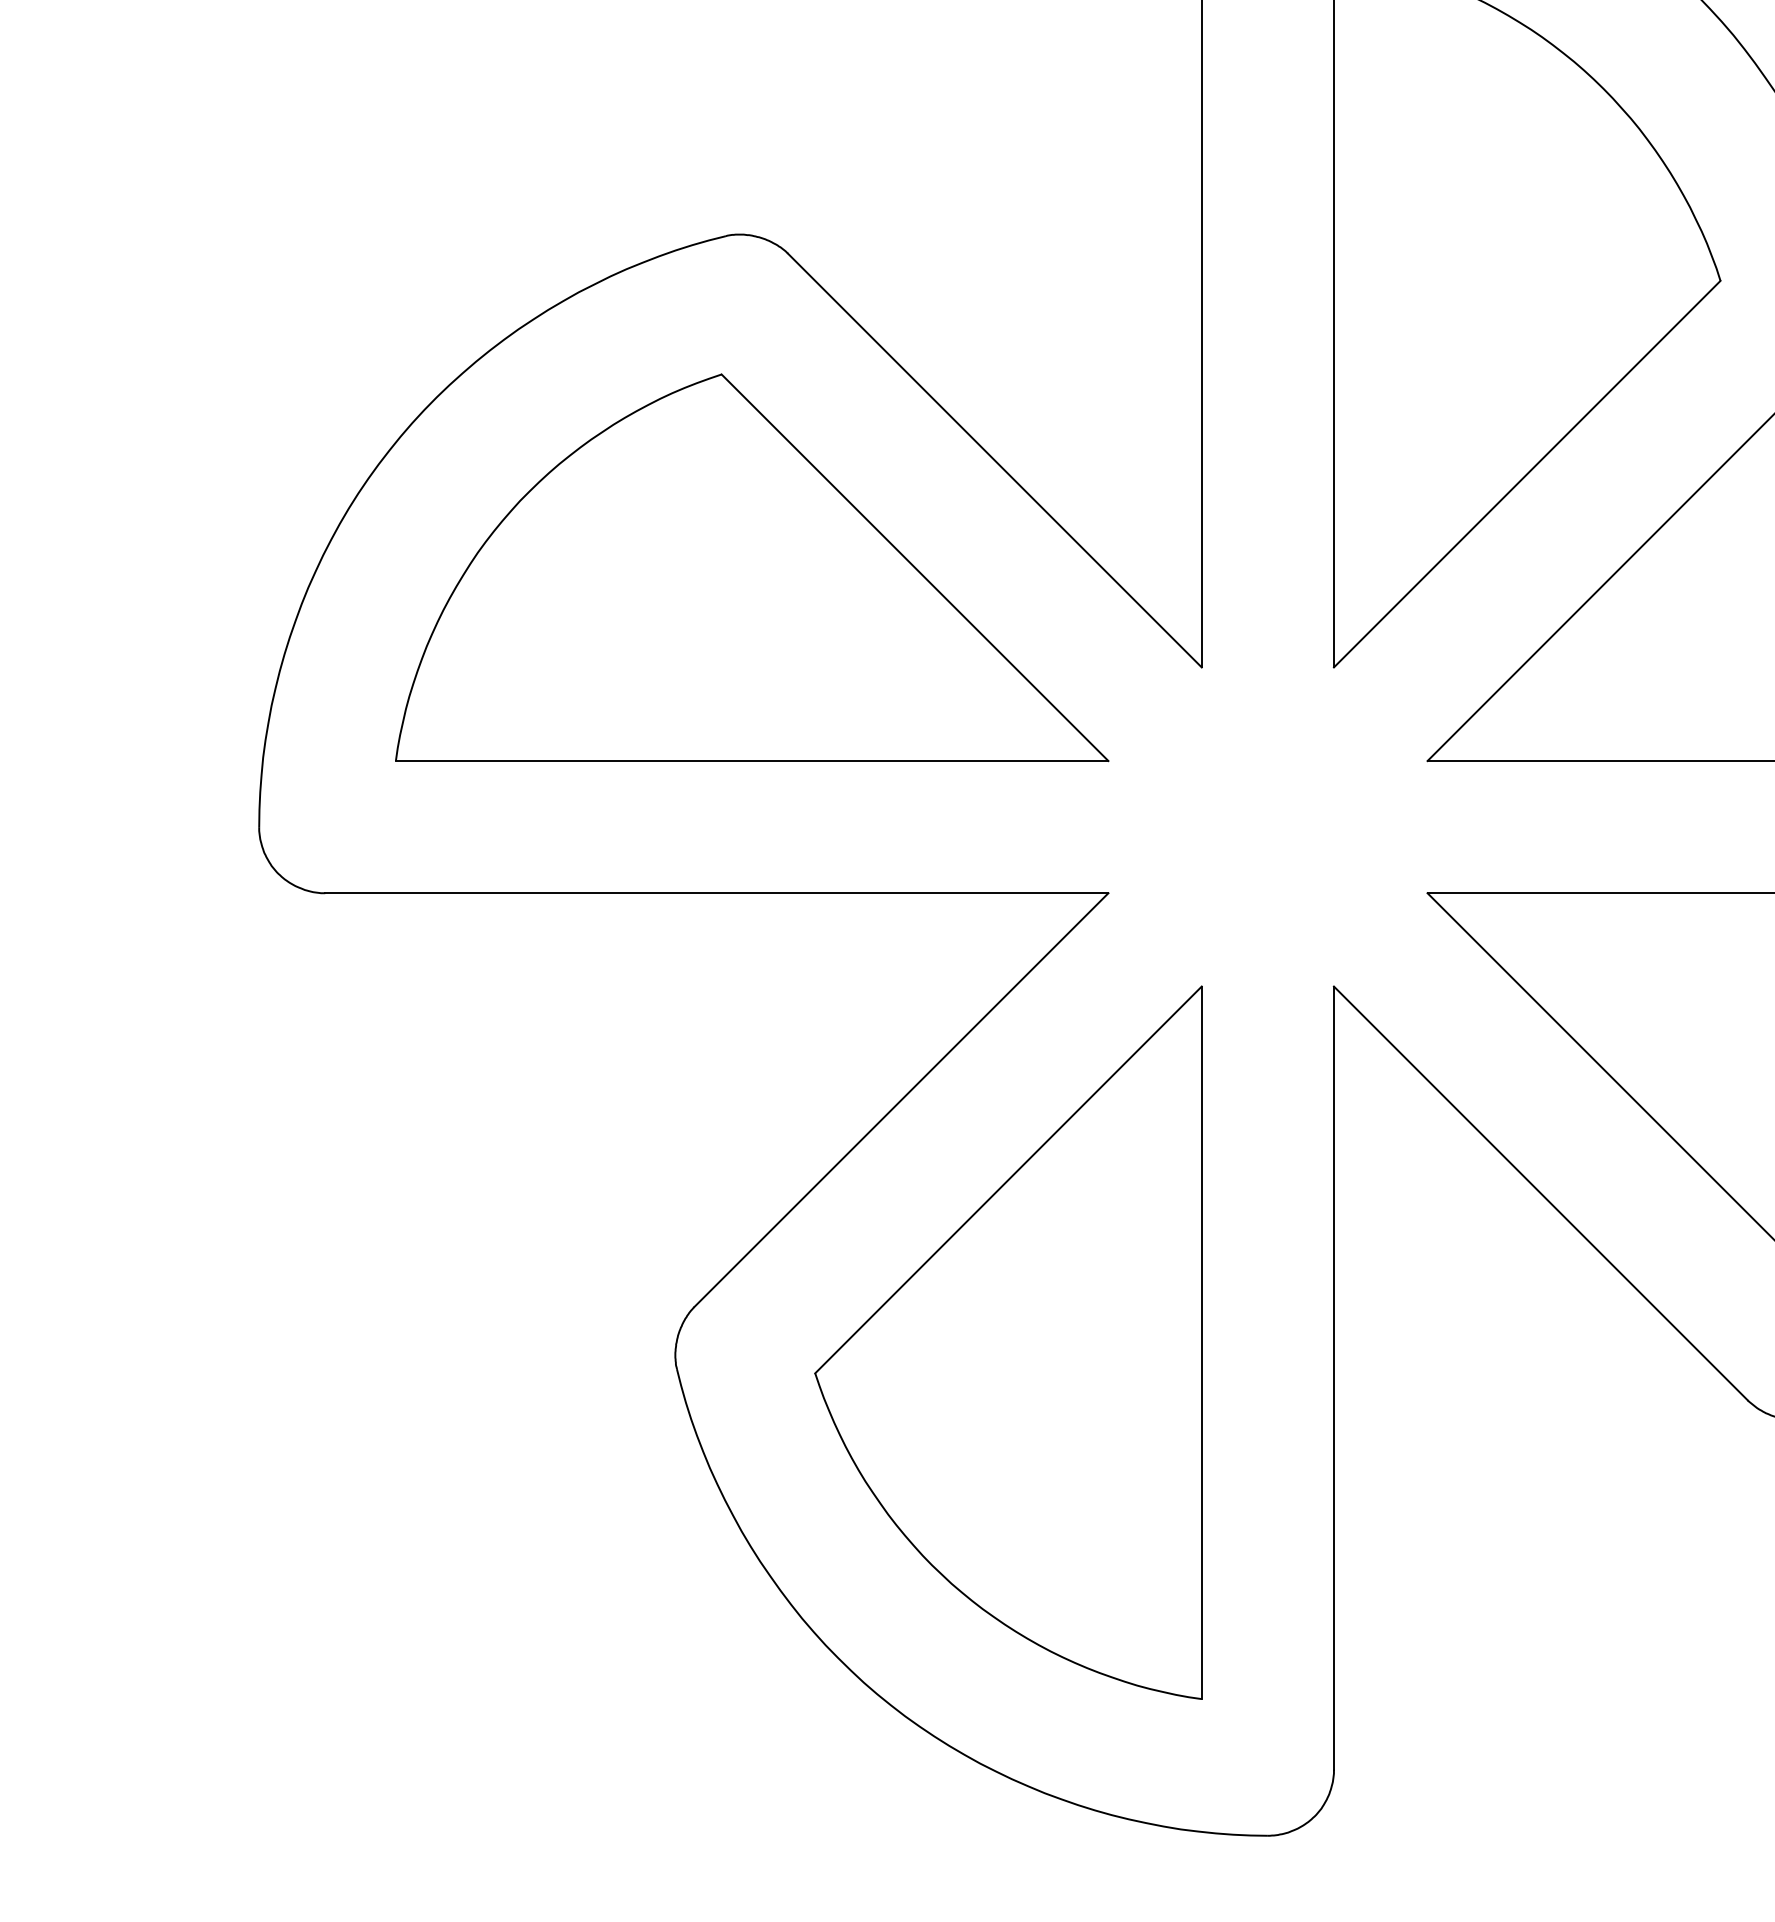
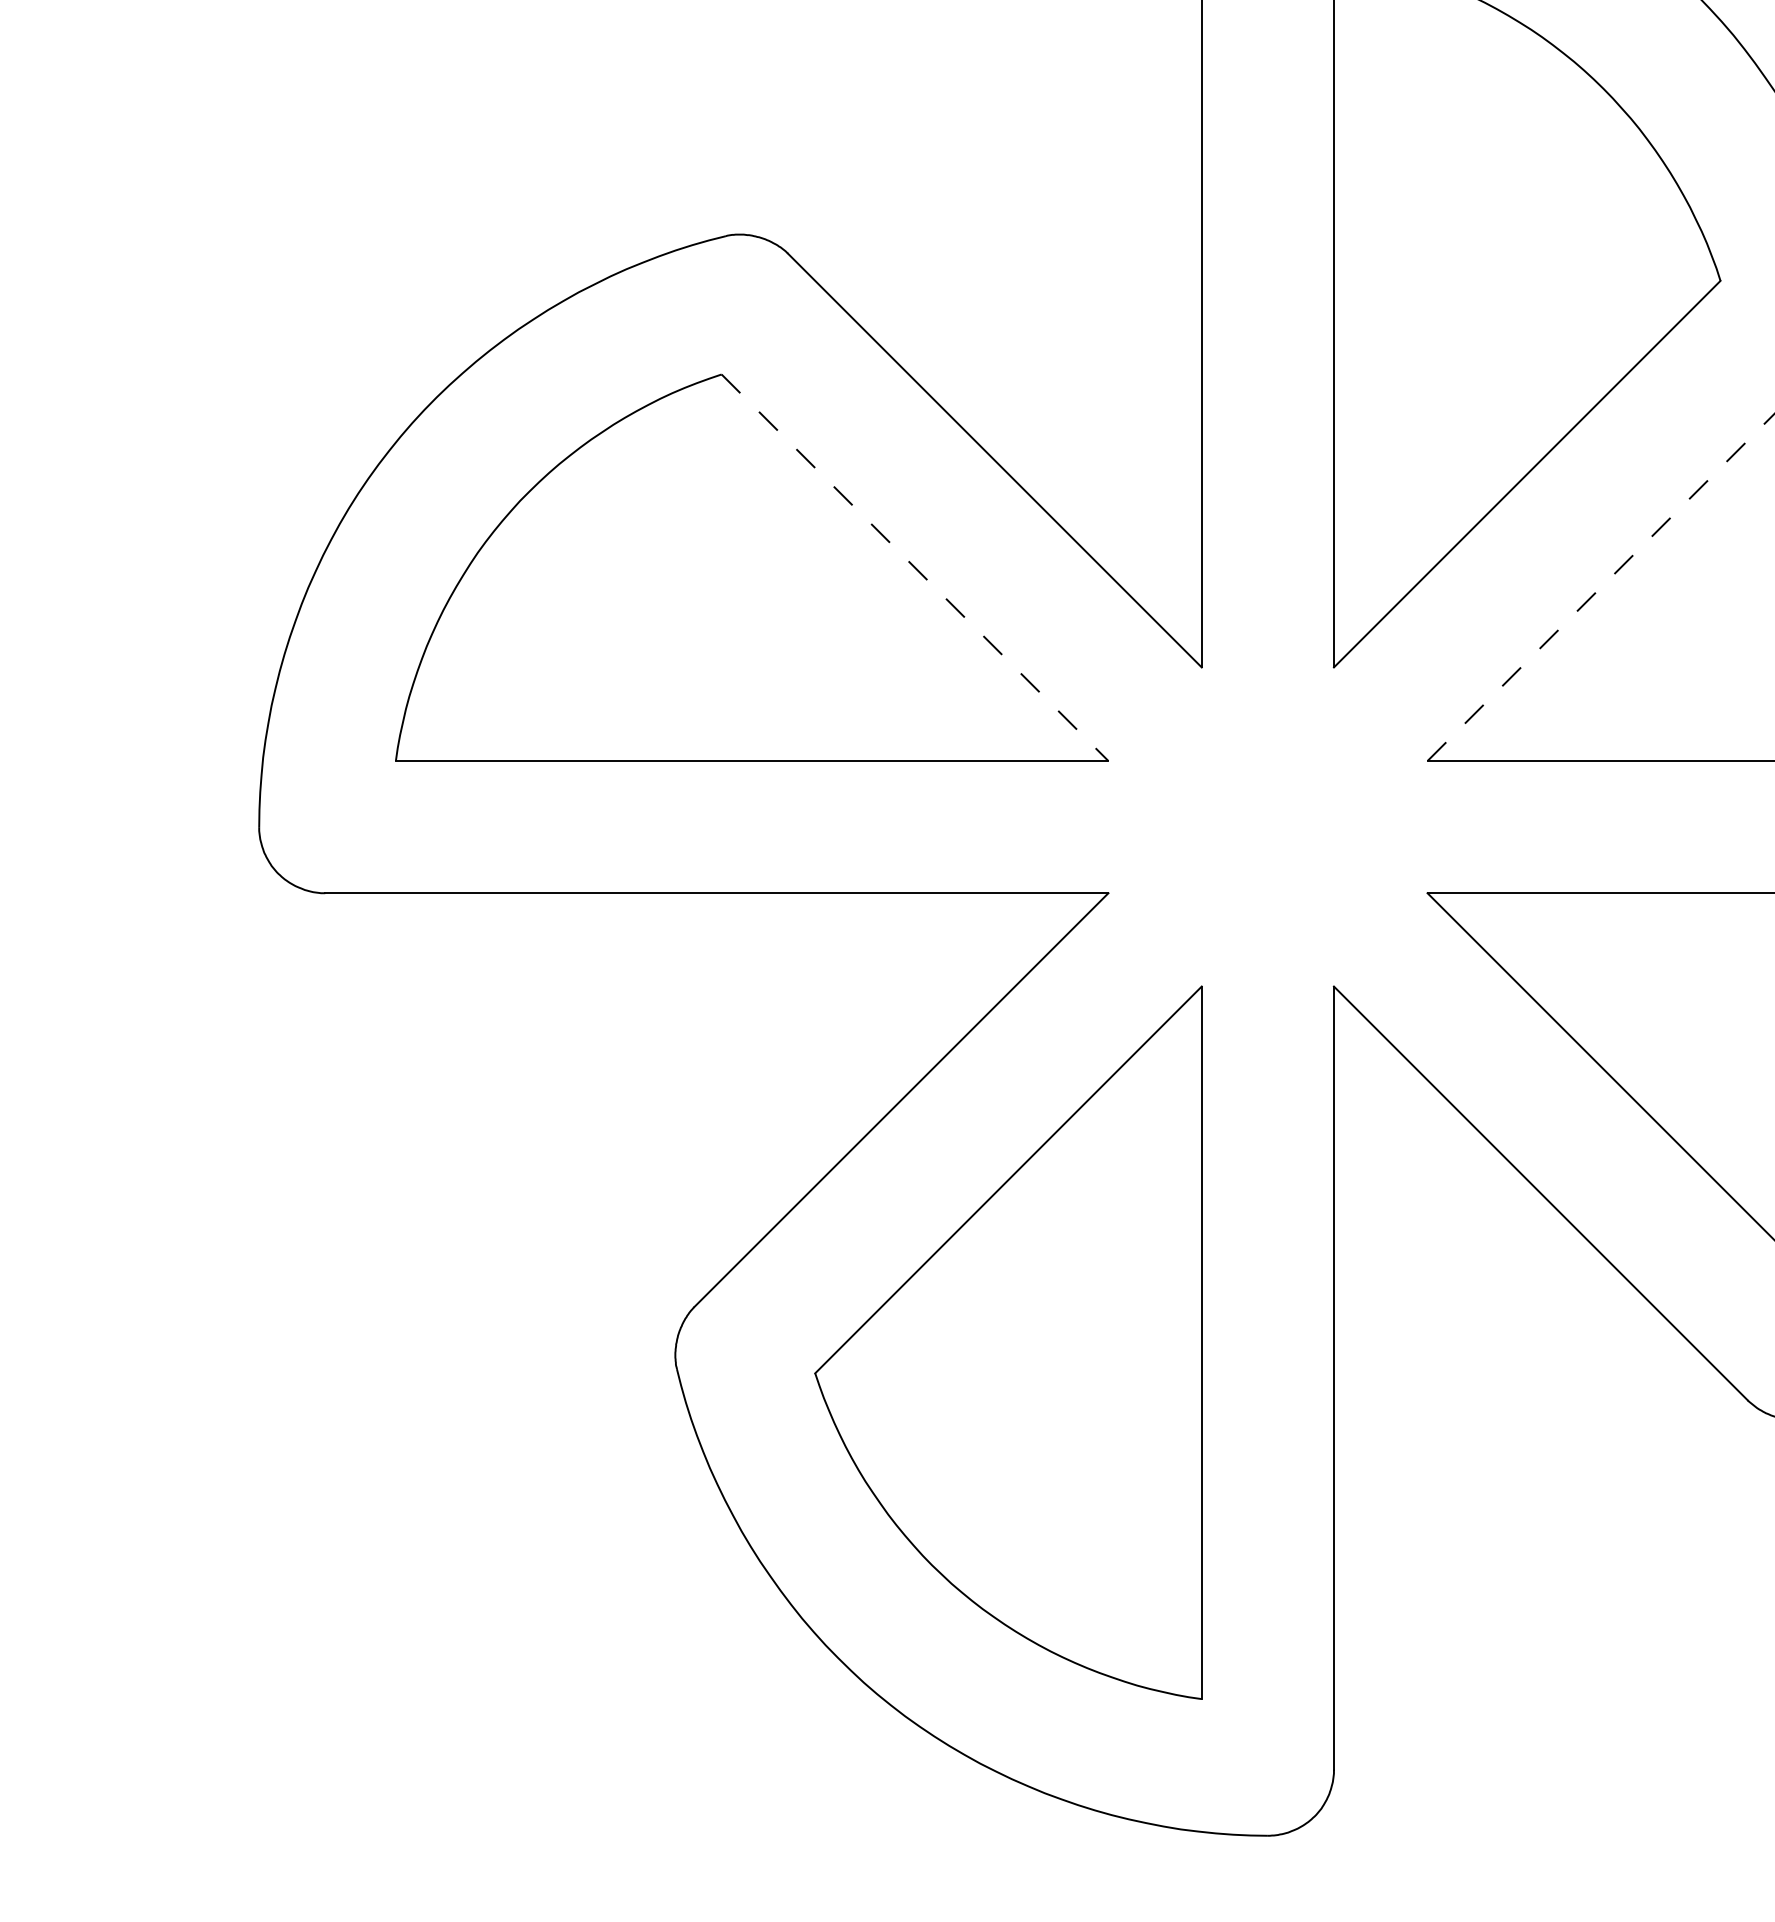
line at (915, 568): solid -> dashed
line at (1601, 587): solid -> dashed
